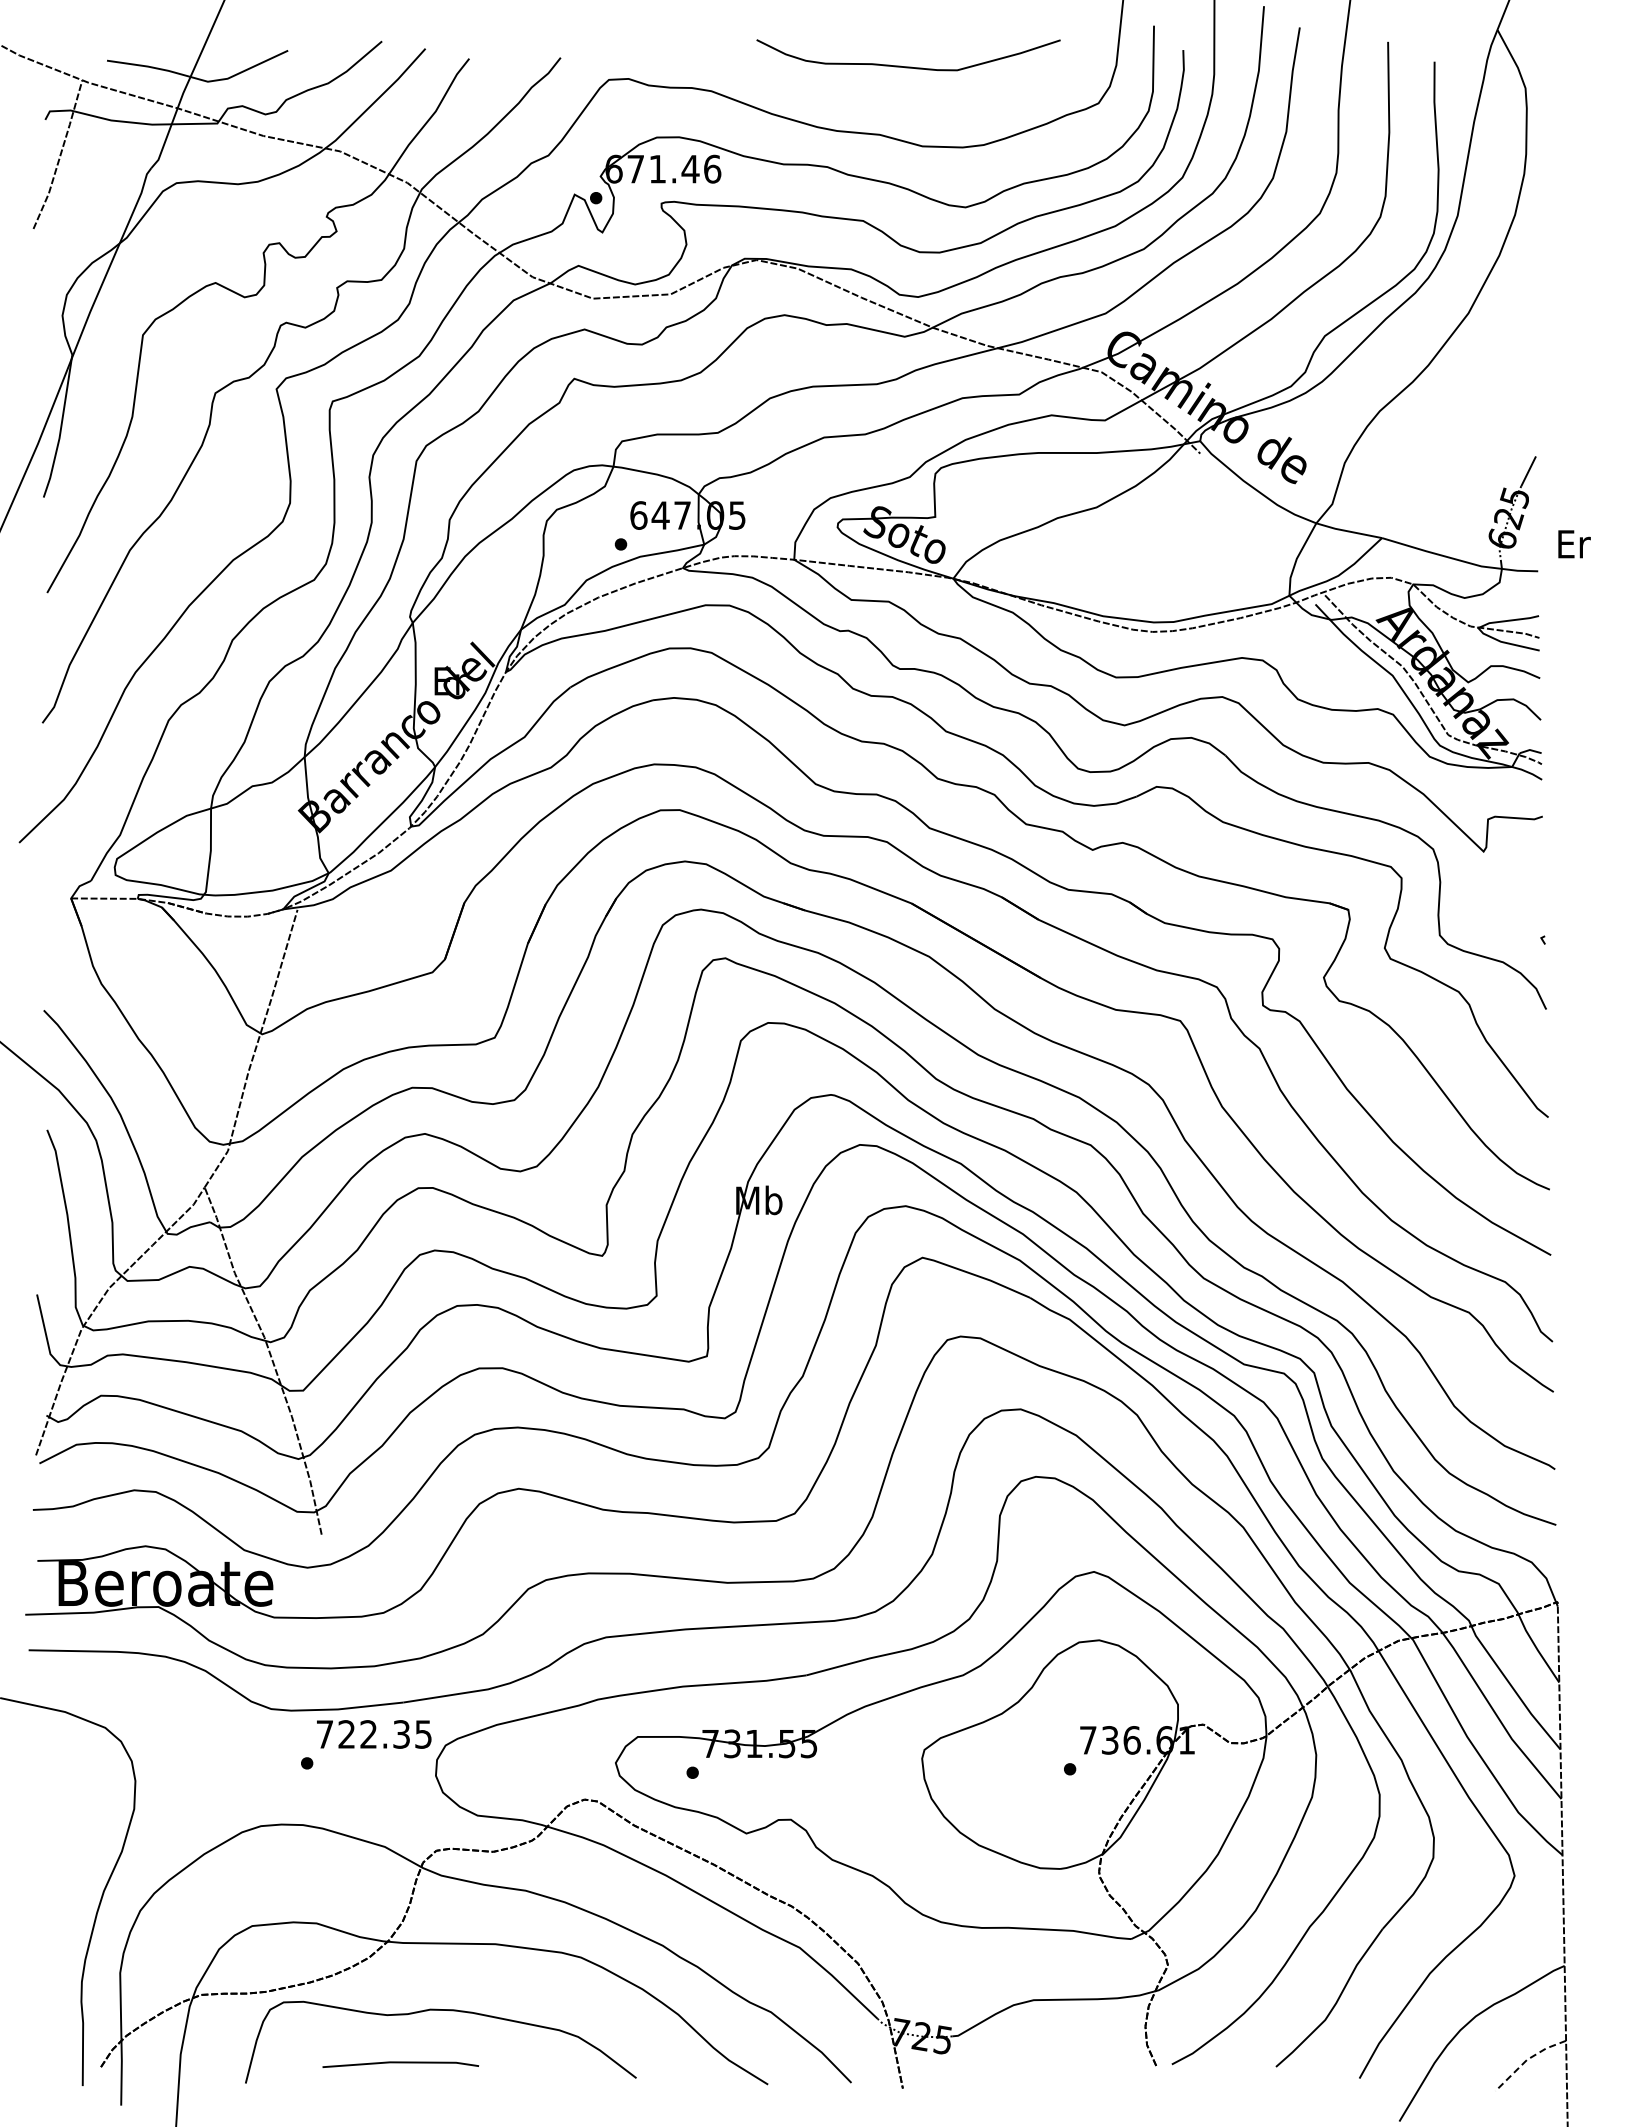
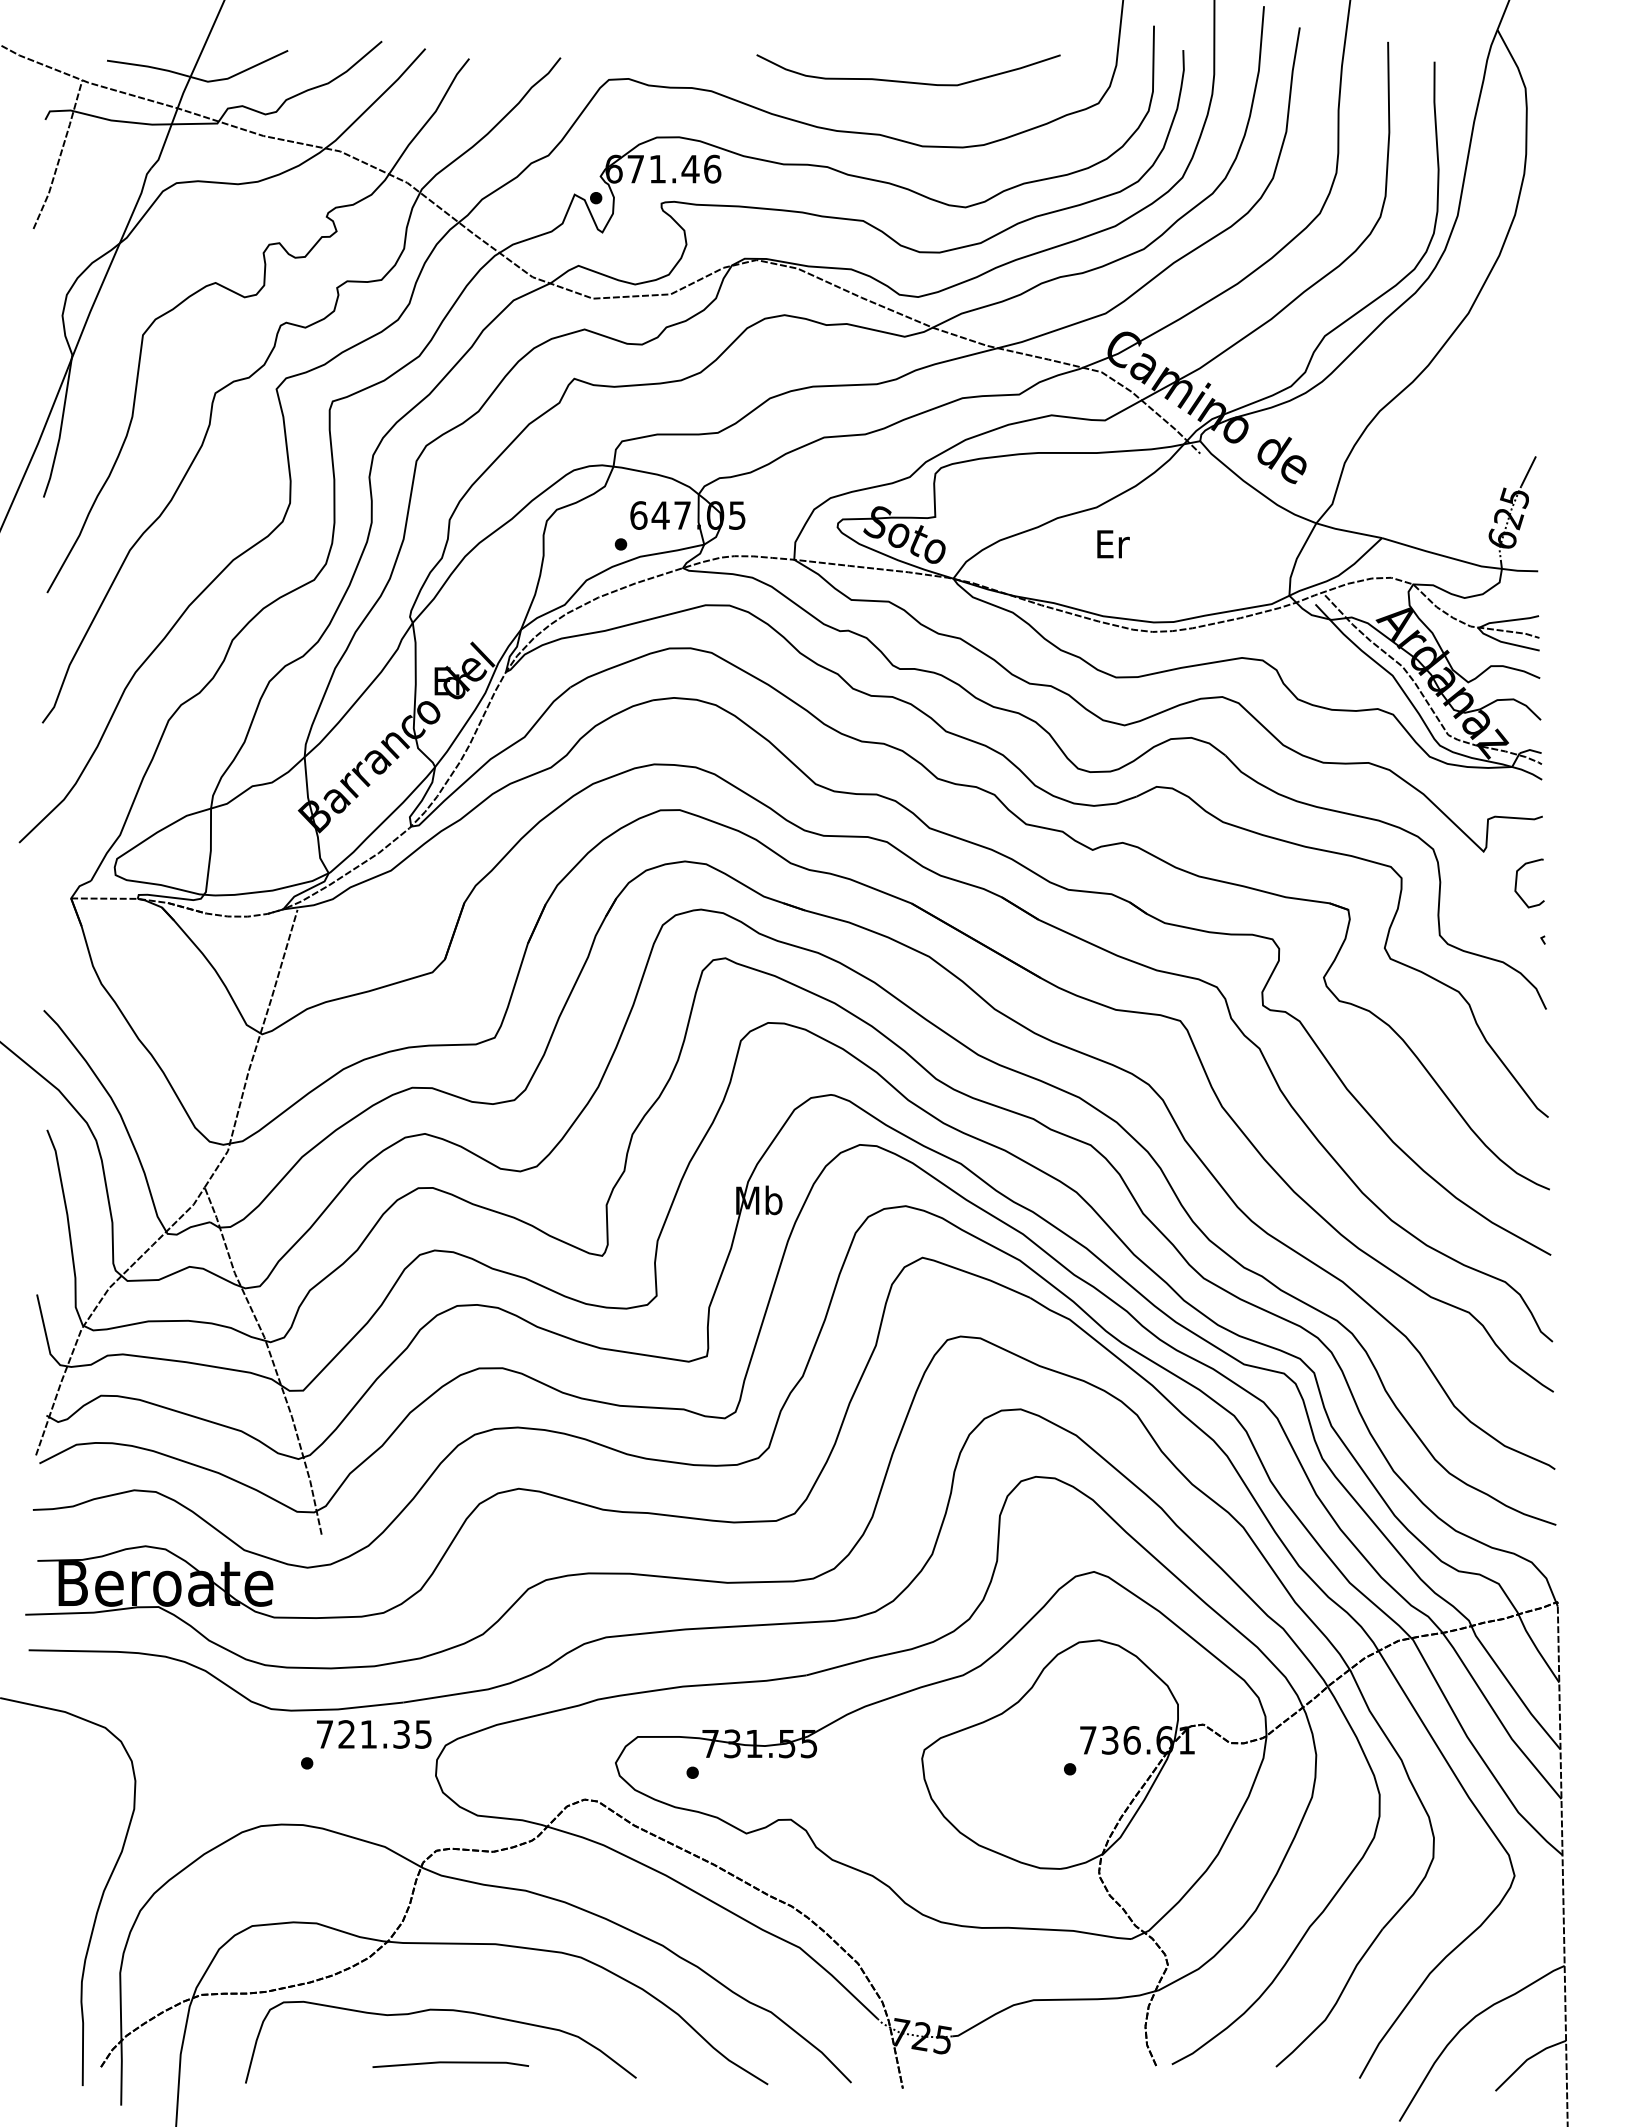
curve at (908, 66) position: (908, 66) -> (908, 81)
text at (1574, 544) position: (1574, 544) -> (1113, 544)
curve at (1517, 881): none -> present
text at (368, 1734): 722.35 -> 721.35
line at (1527, 2059): dashed -> solid
line at (400, 2063) position: (400, 2063) -> (450, 2063)
